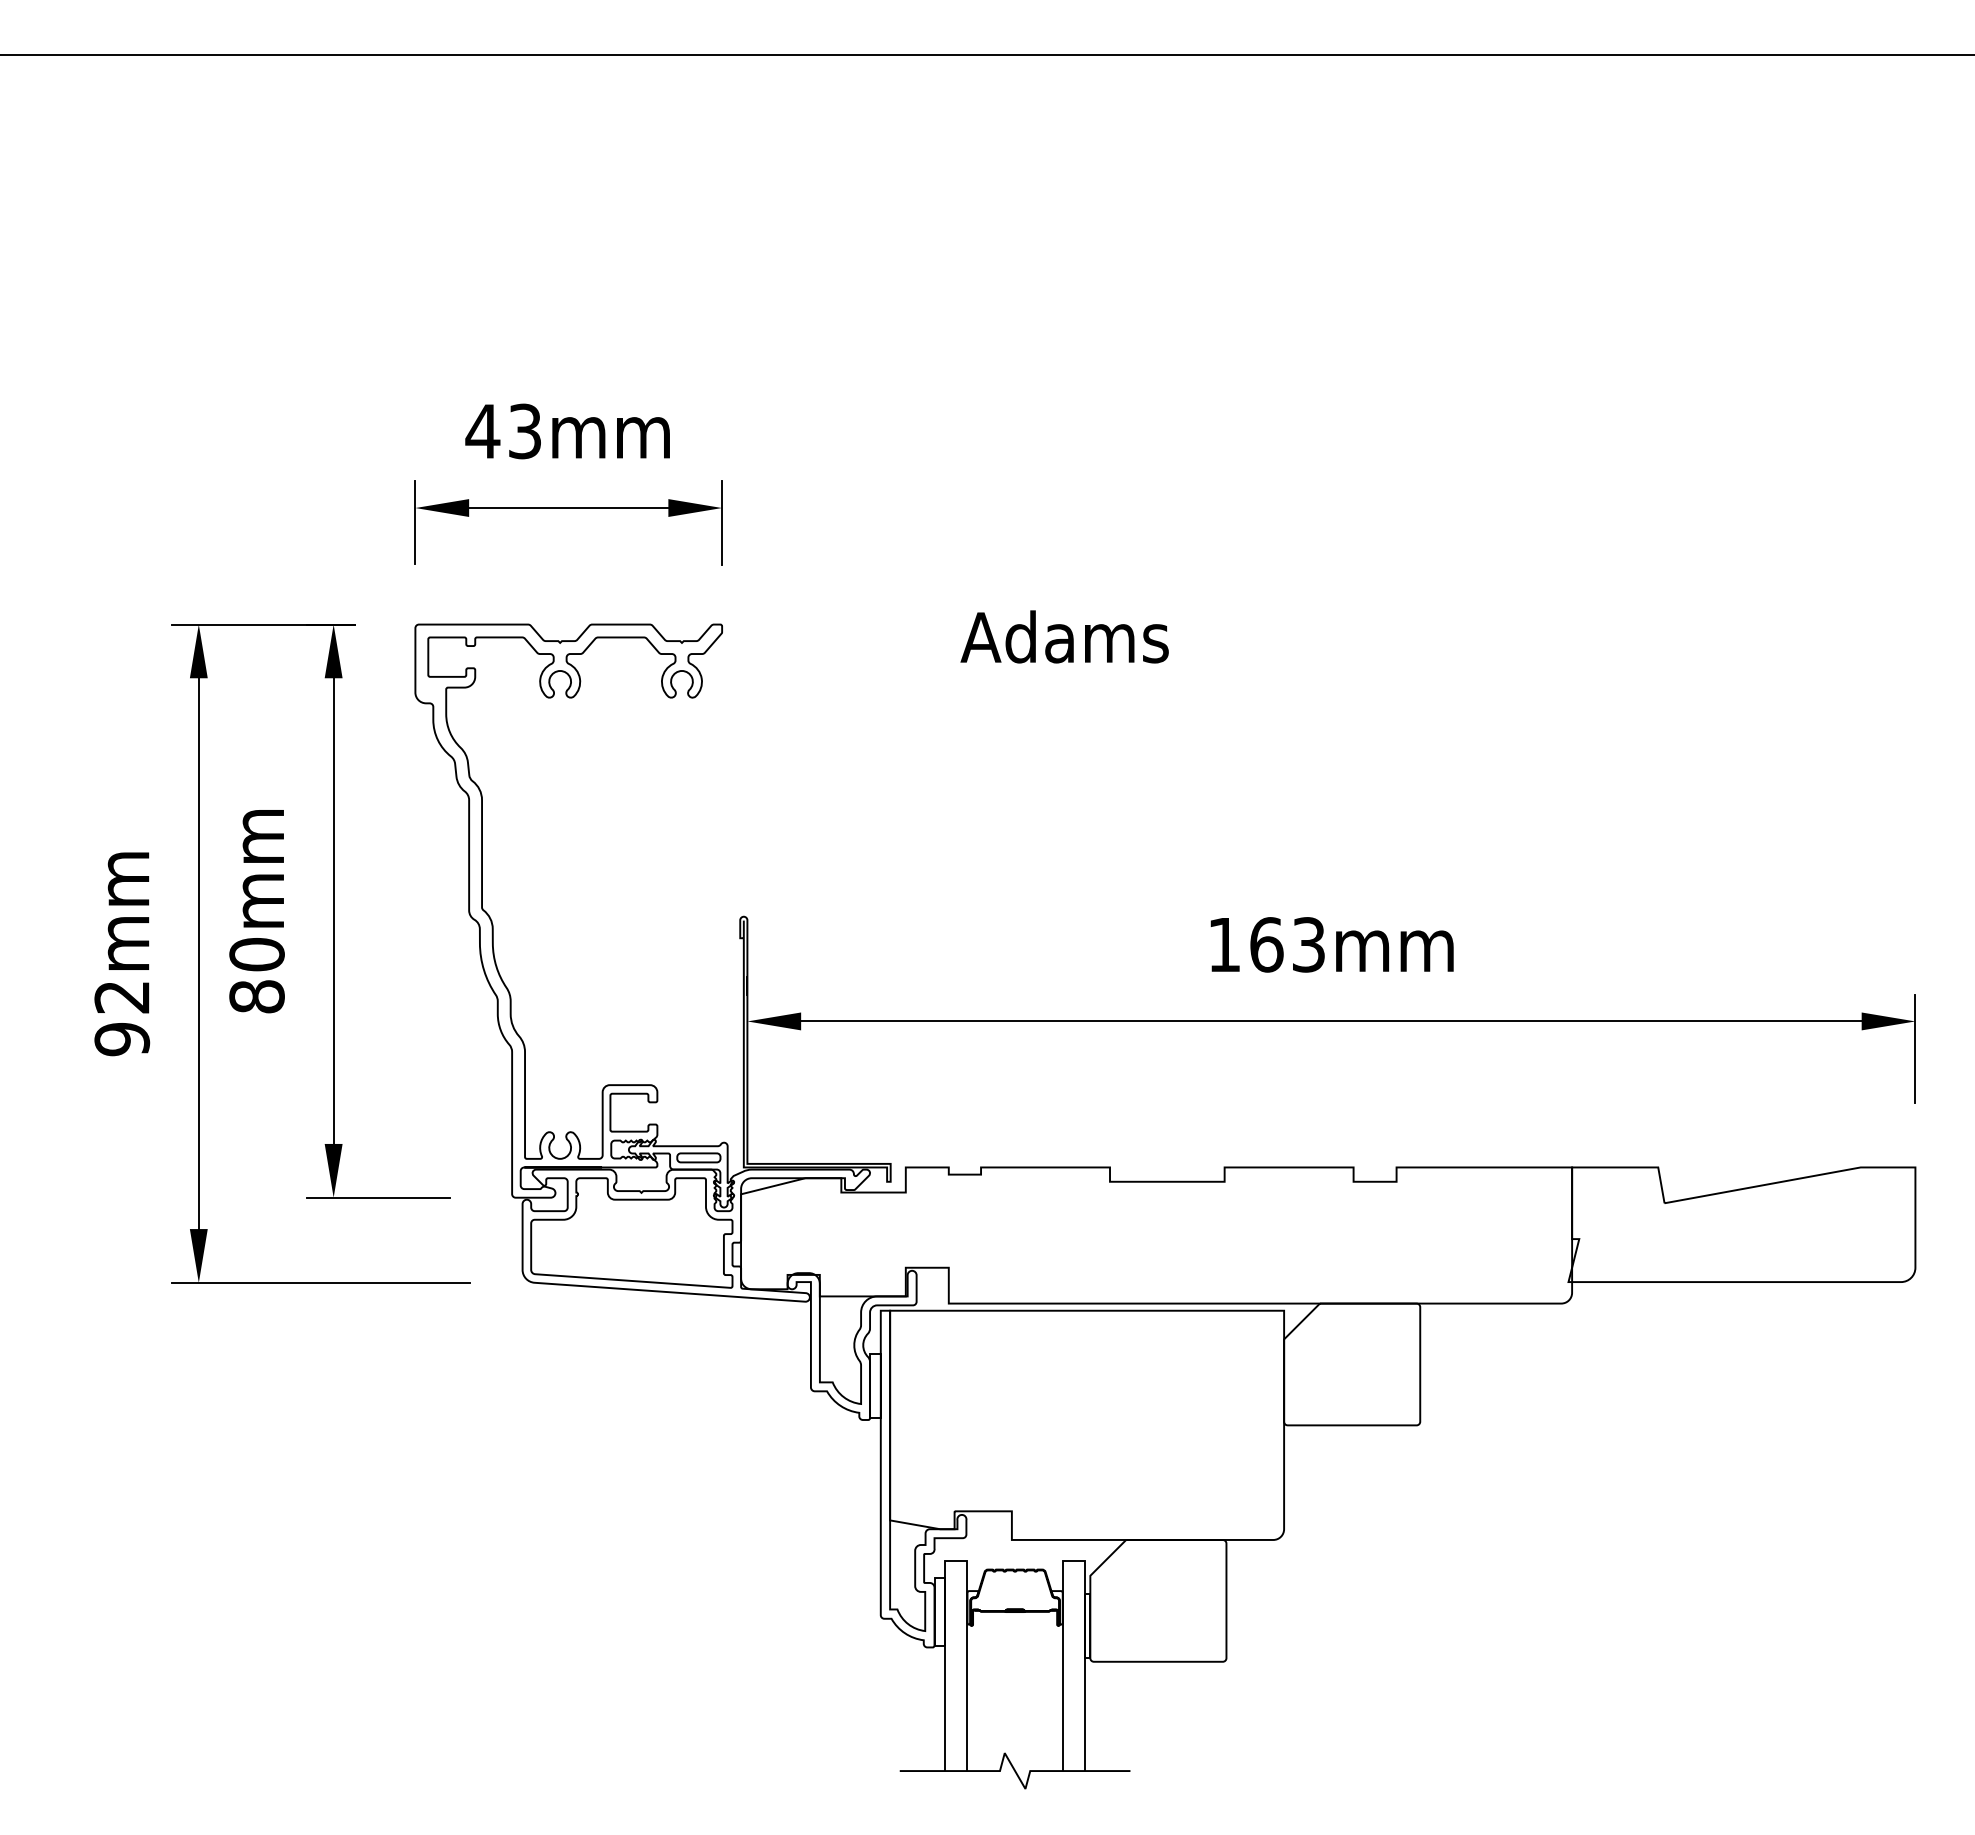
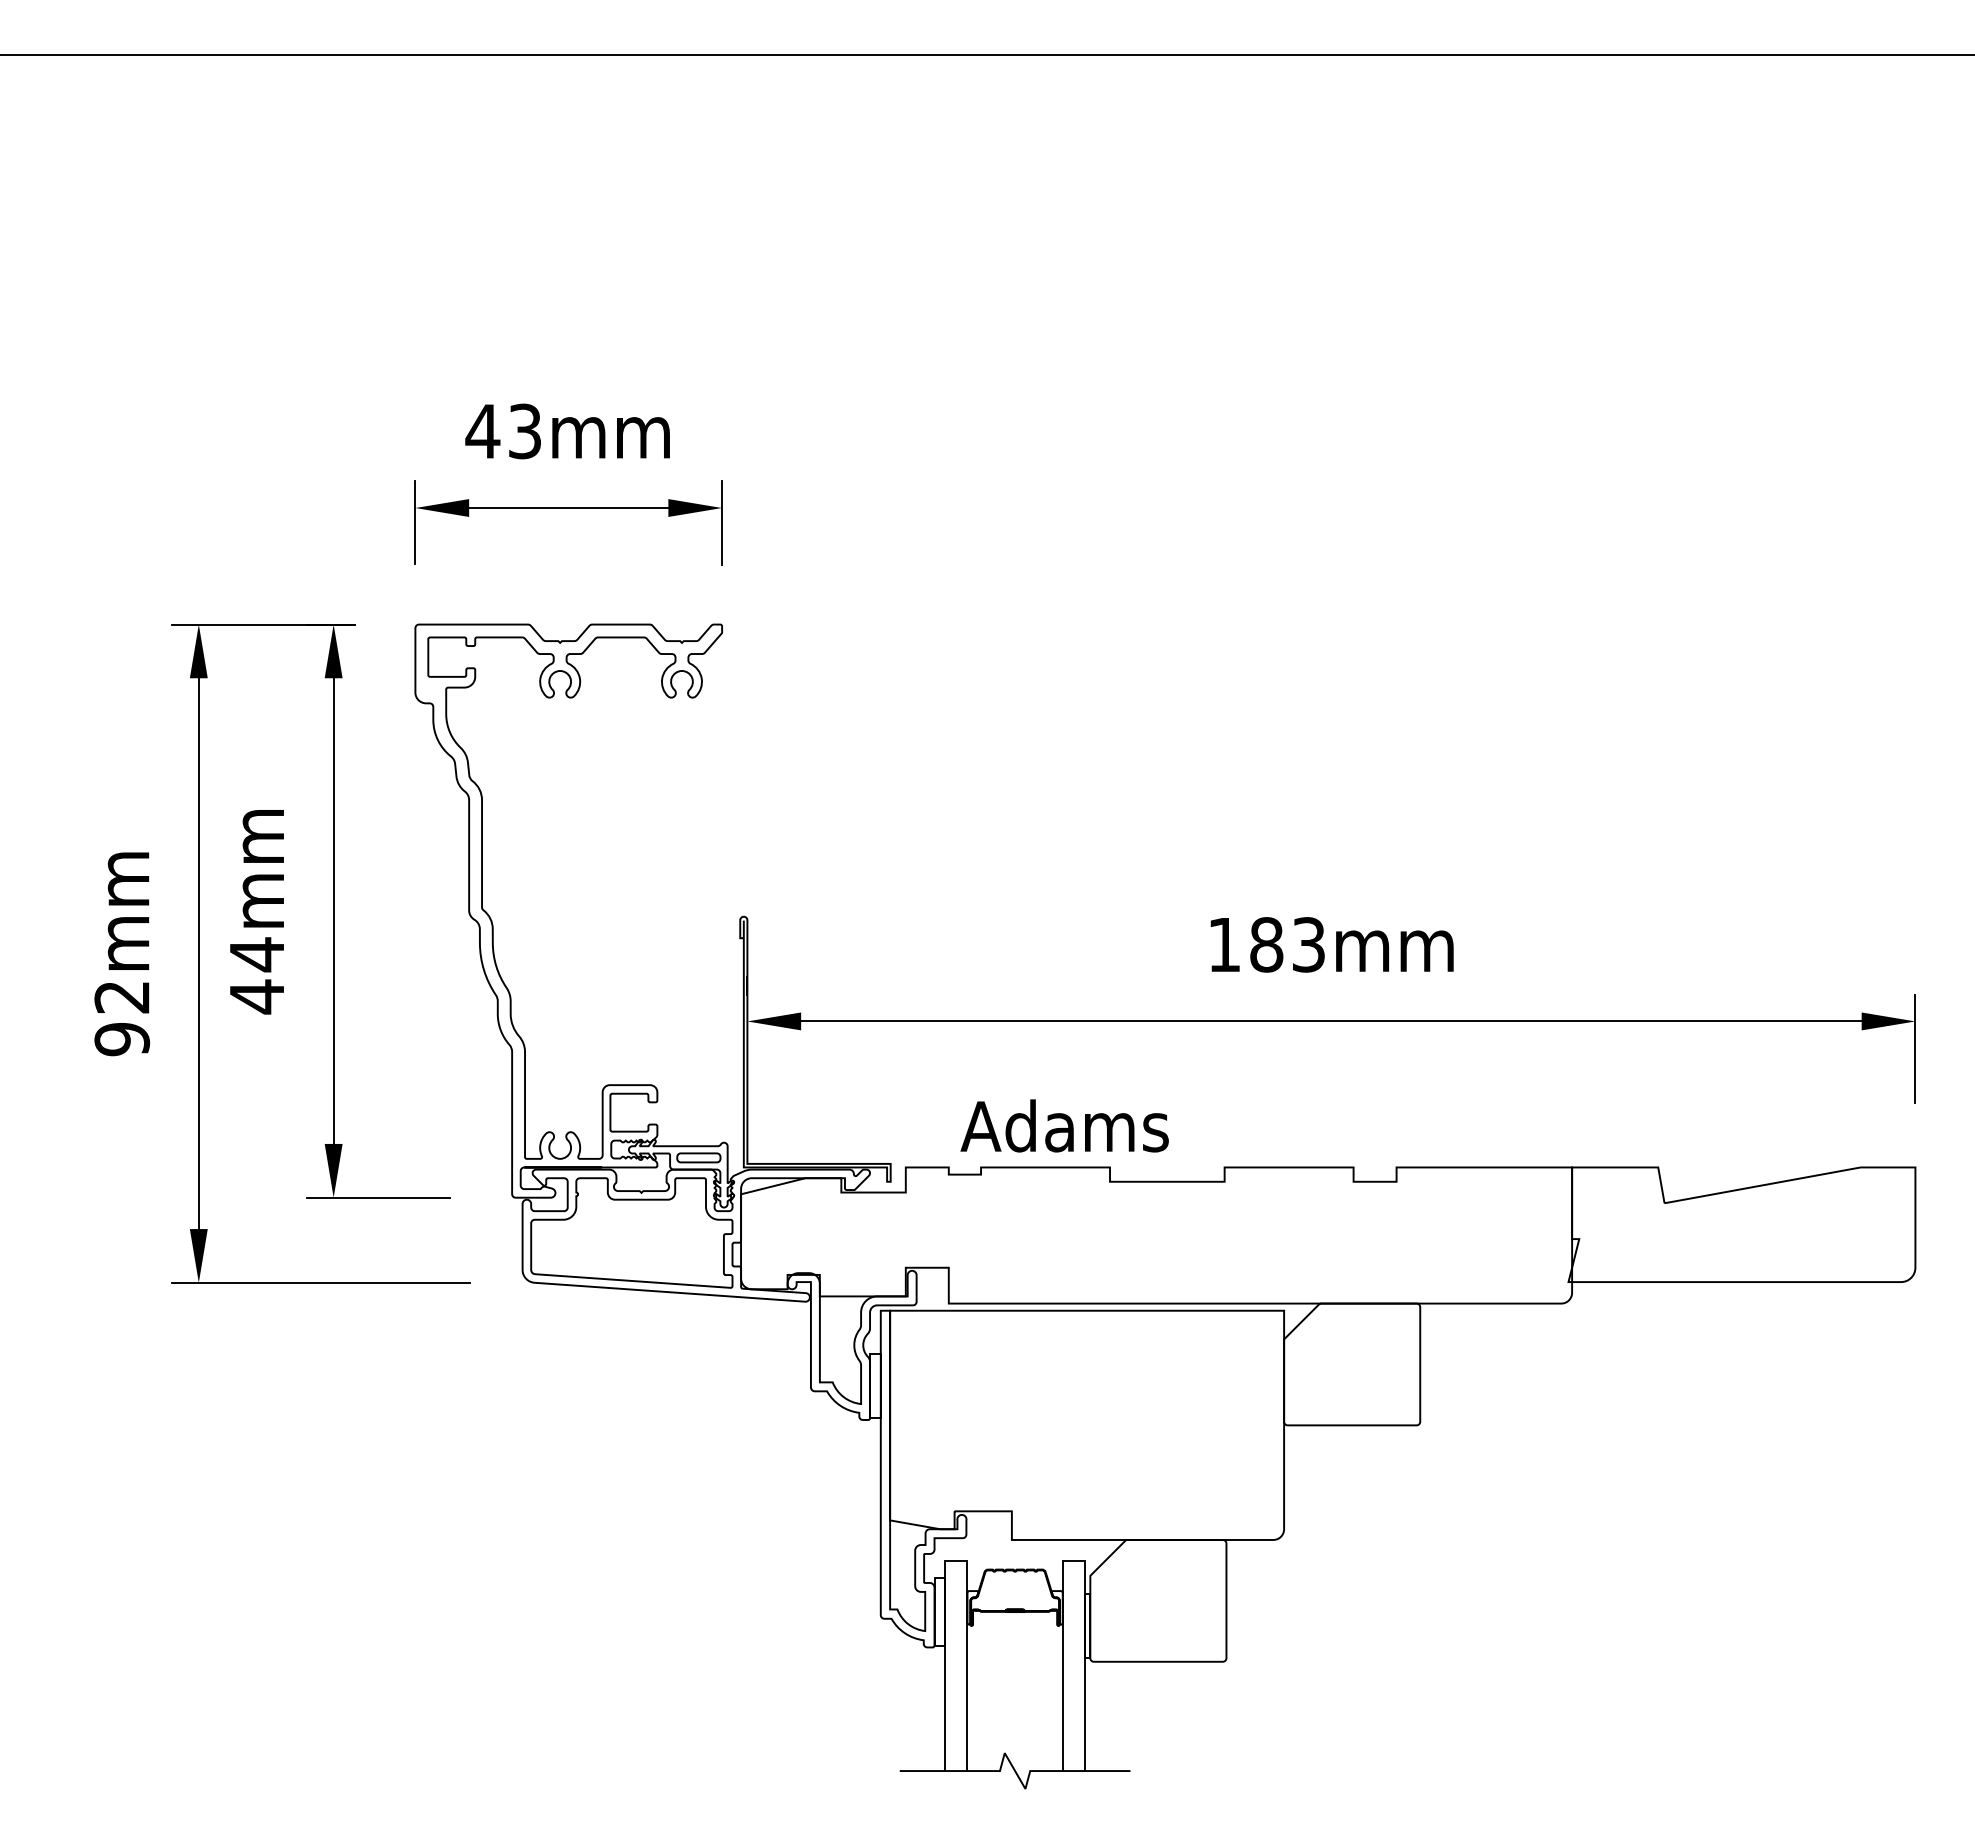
text at (1064, 636) position: (1064, 636) -> (1064, 1125)
text at (1266, 944): 163mm -> 183mm
text at (256, 975): 80mm -> 44mm
